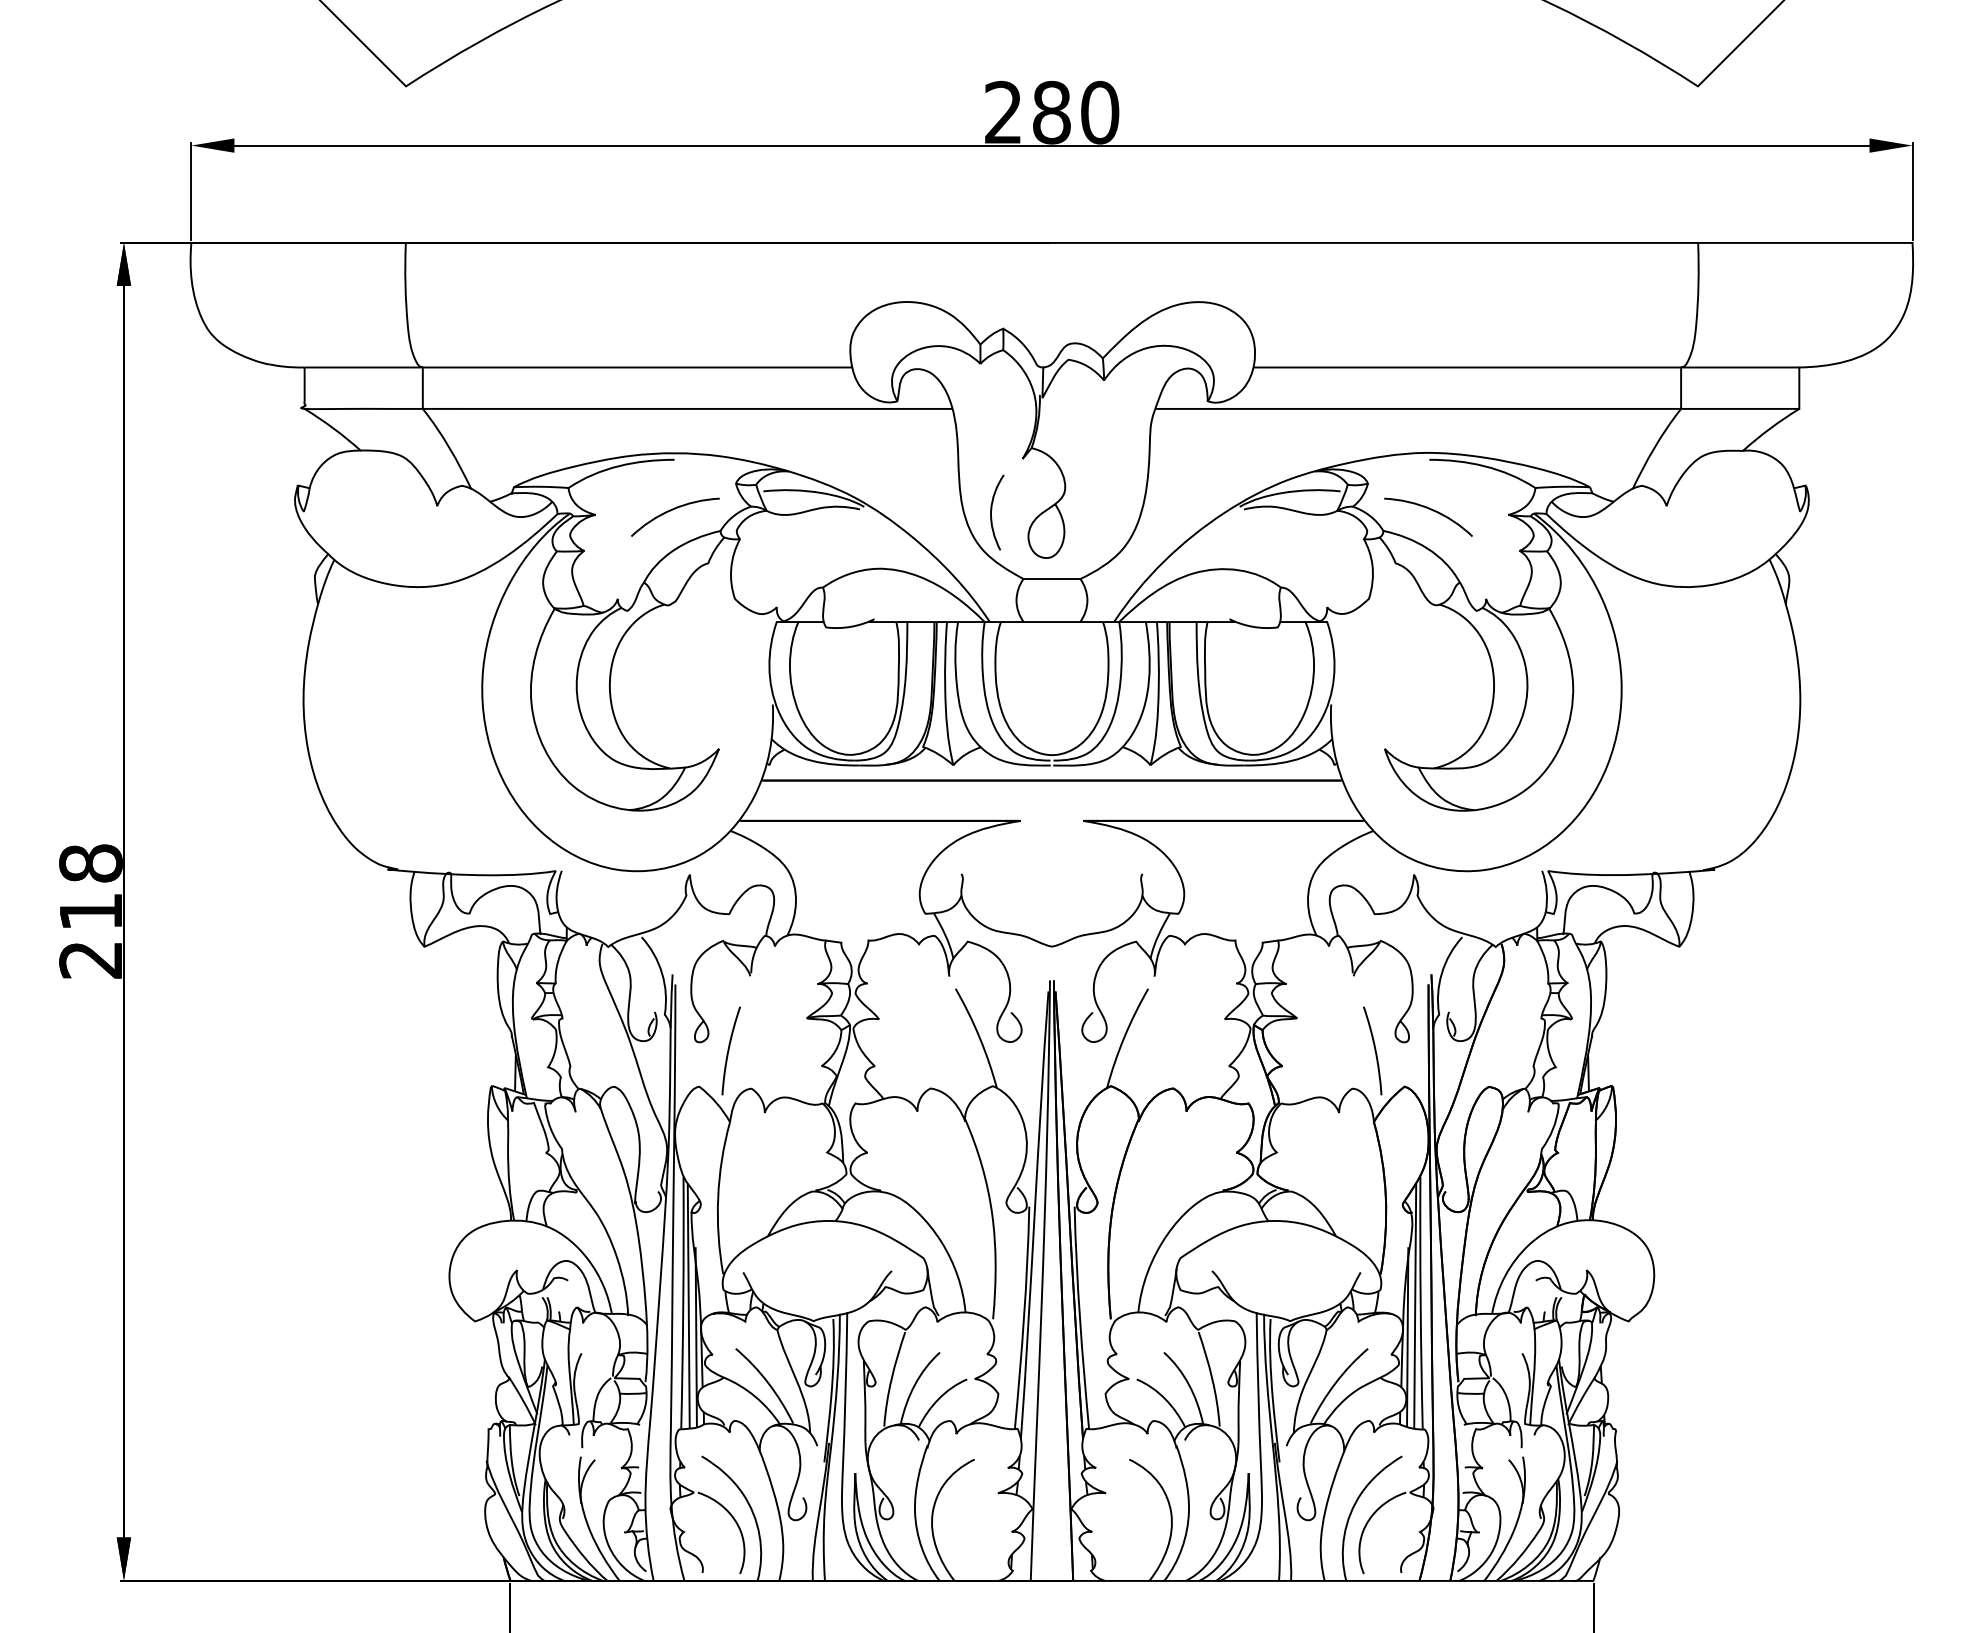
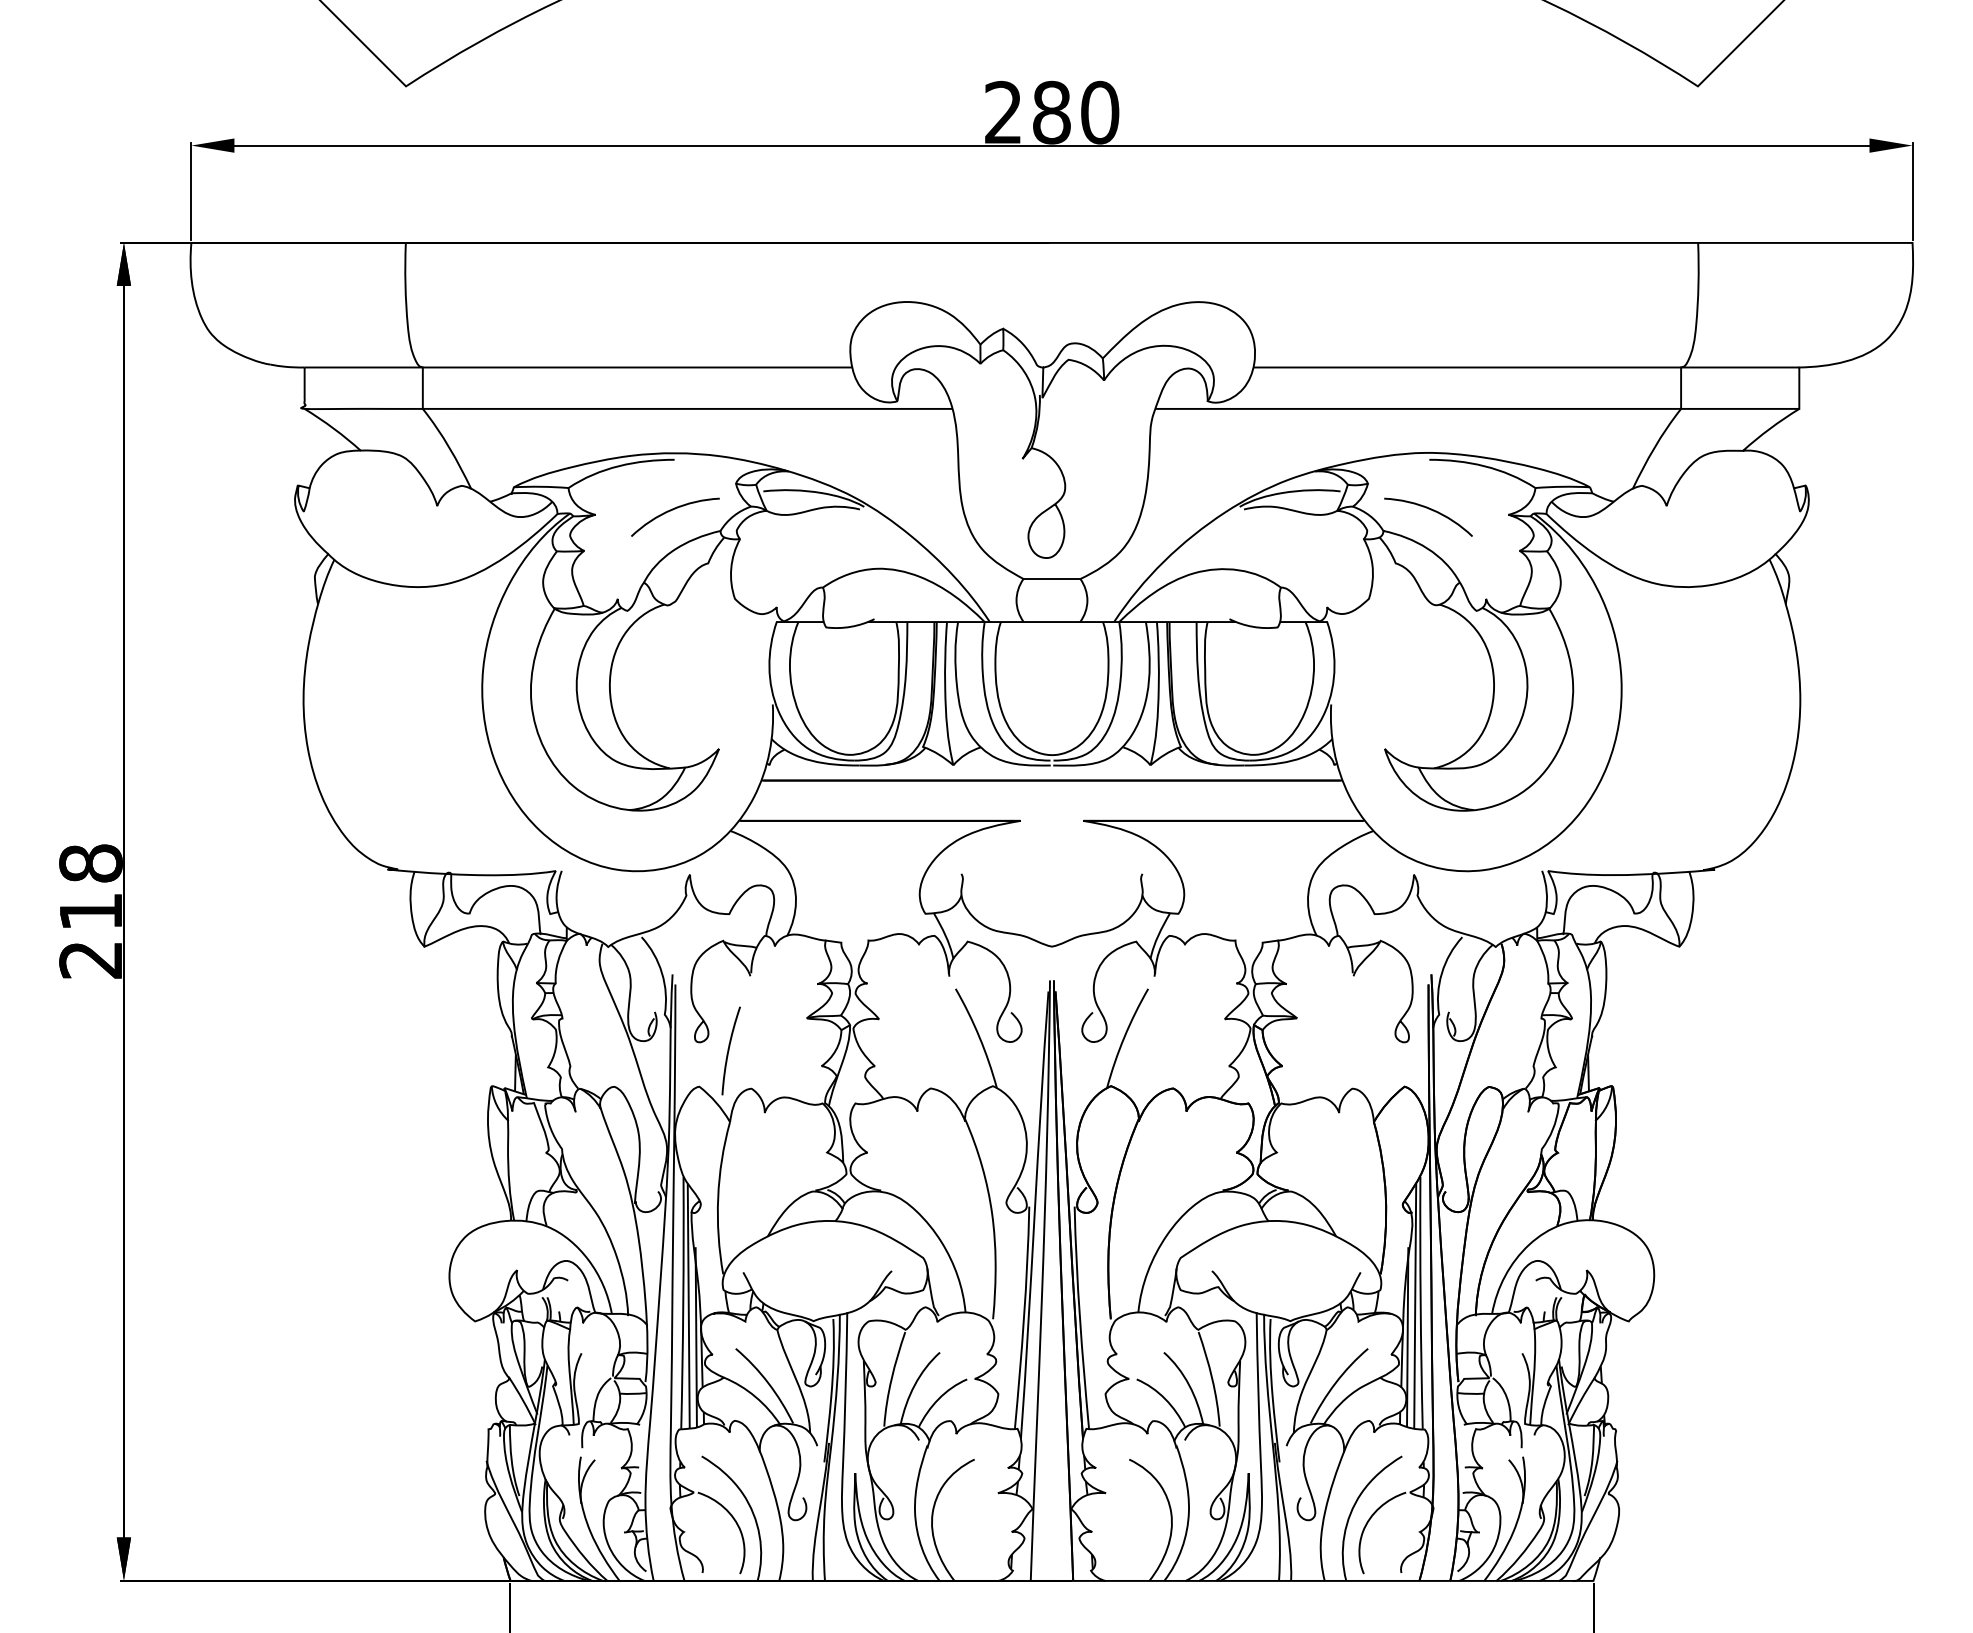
curve at (992, 510): present -> none
curve at (1374, 1050): present -> none
